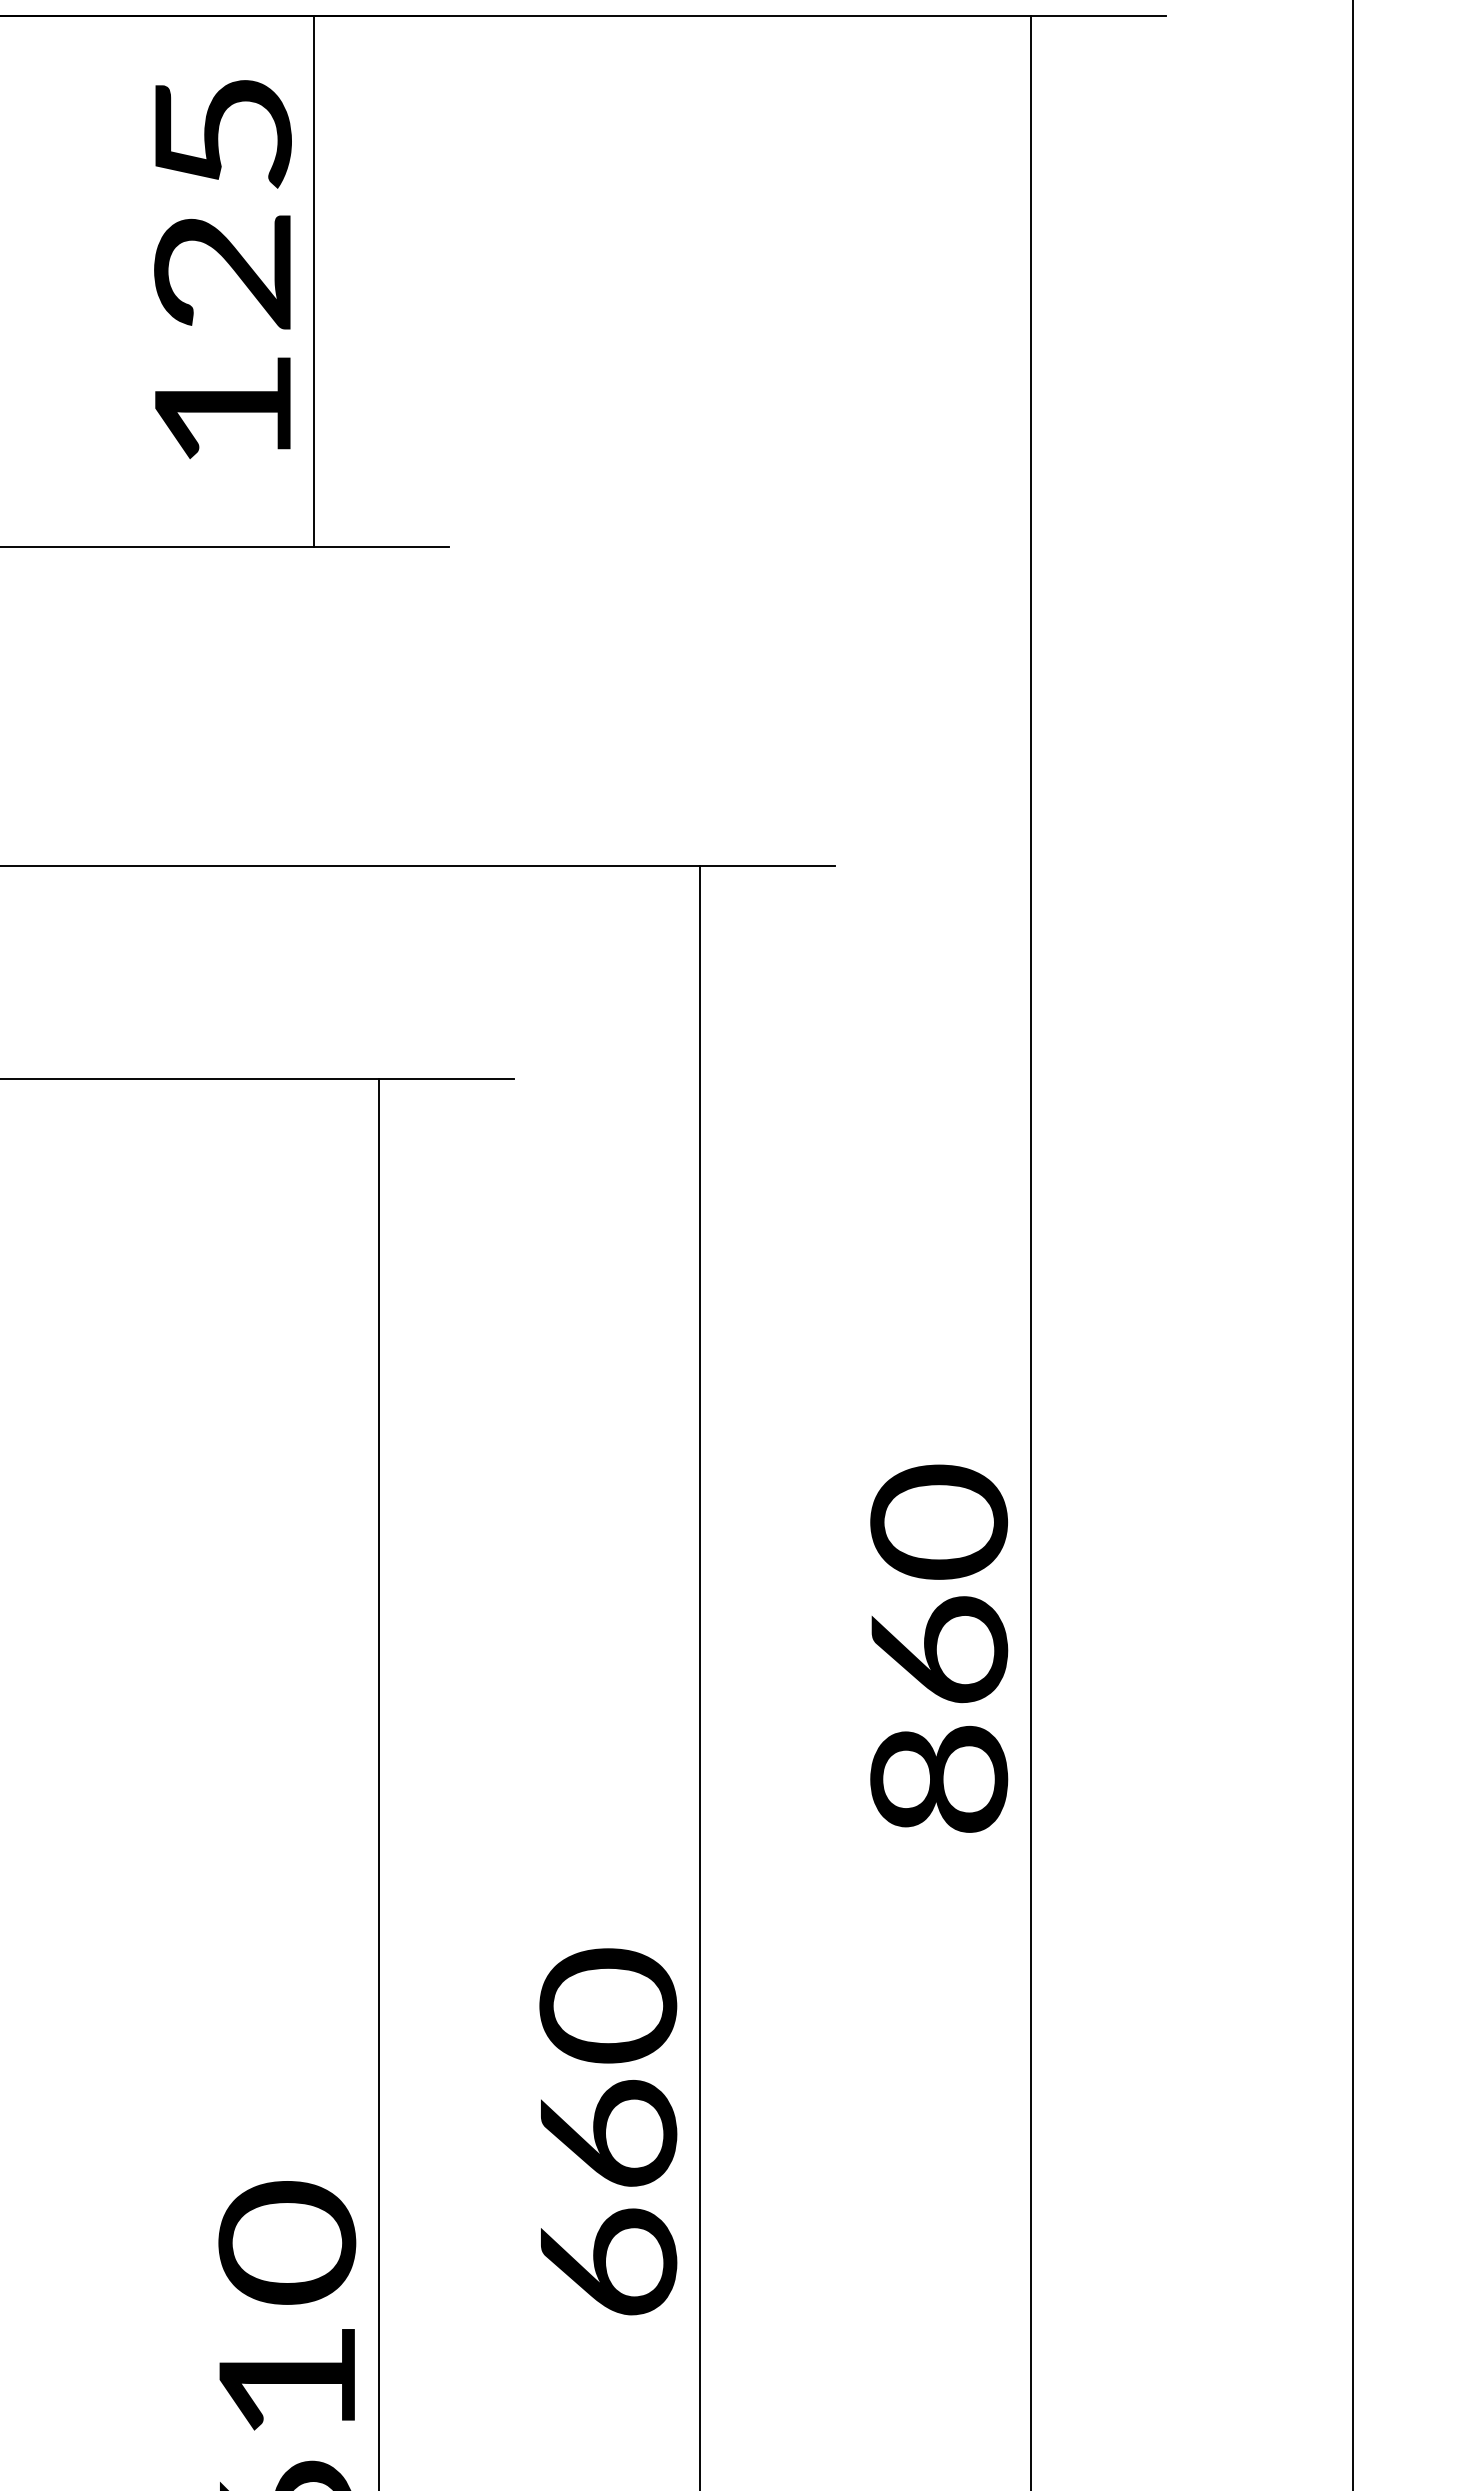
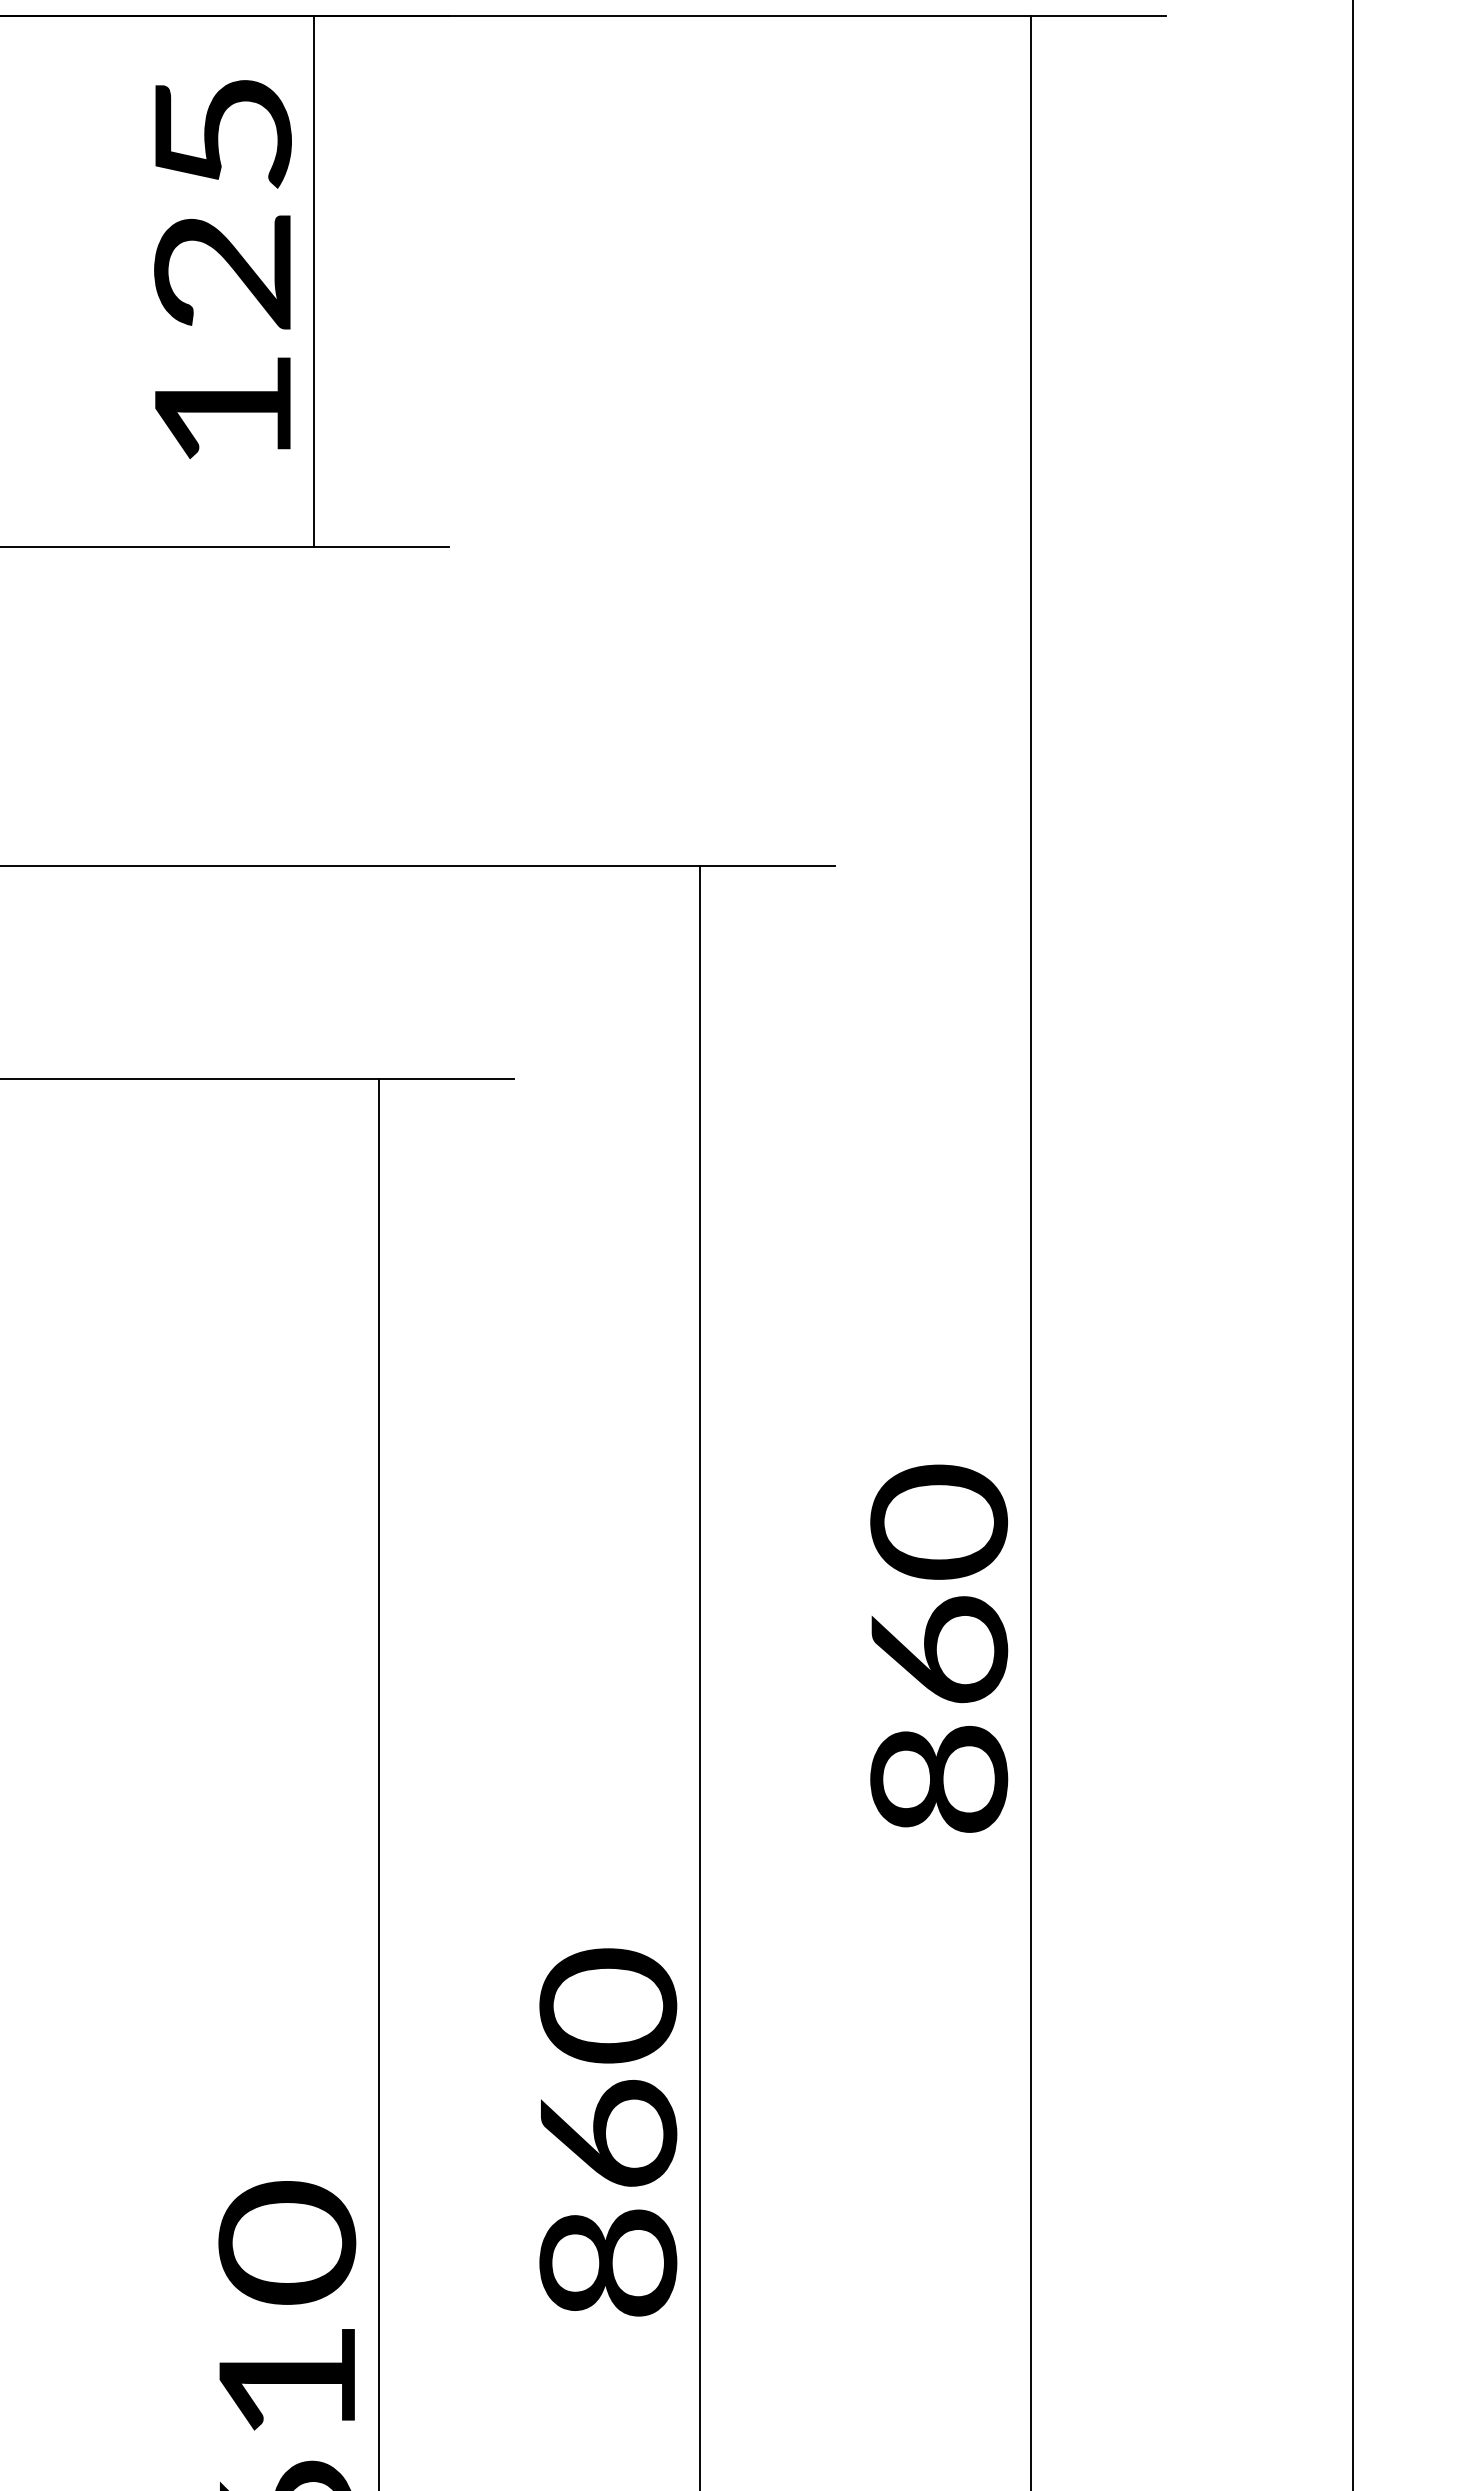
text at (607, 2262): 660 -> 860
